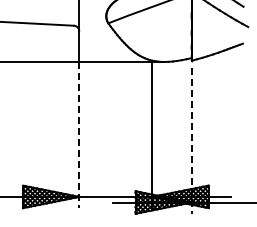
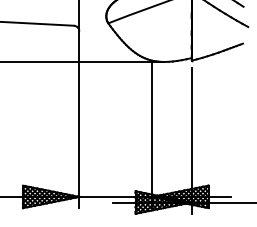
line at (79, 135): dashed -> solid
line at (191, 141): dashed -> solid
